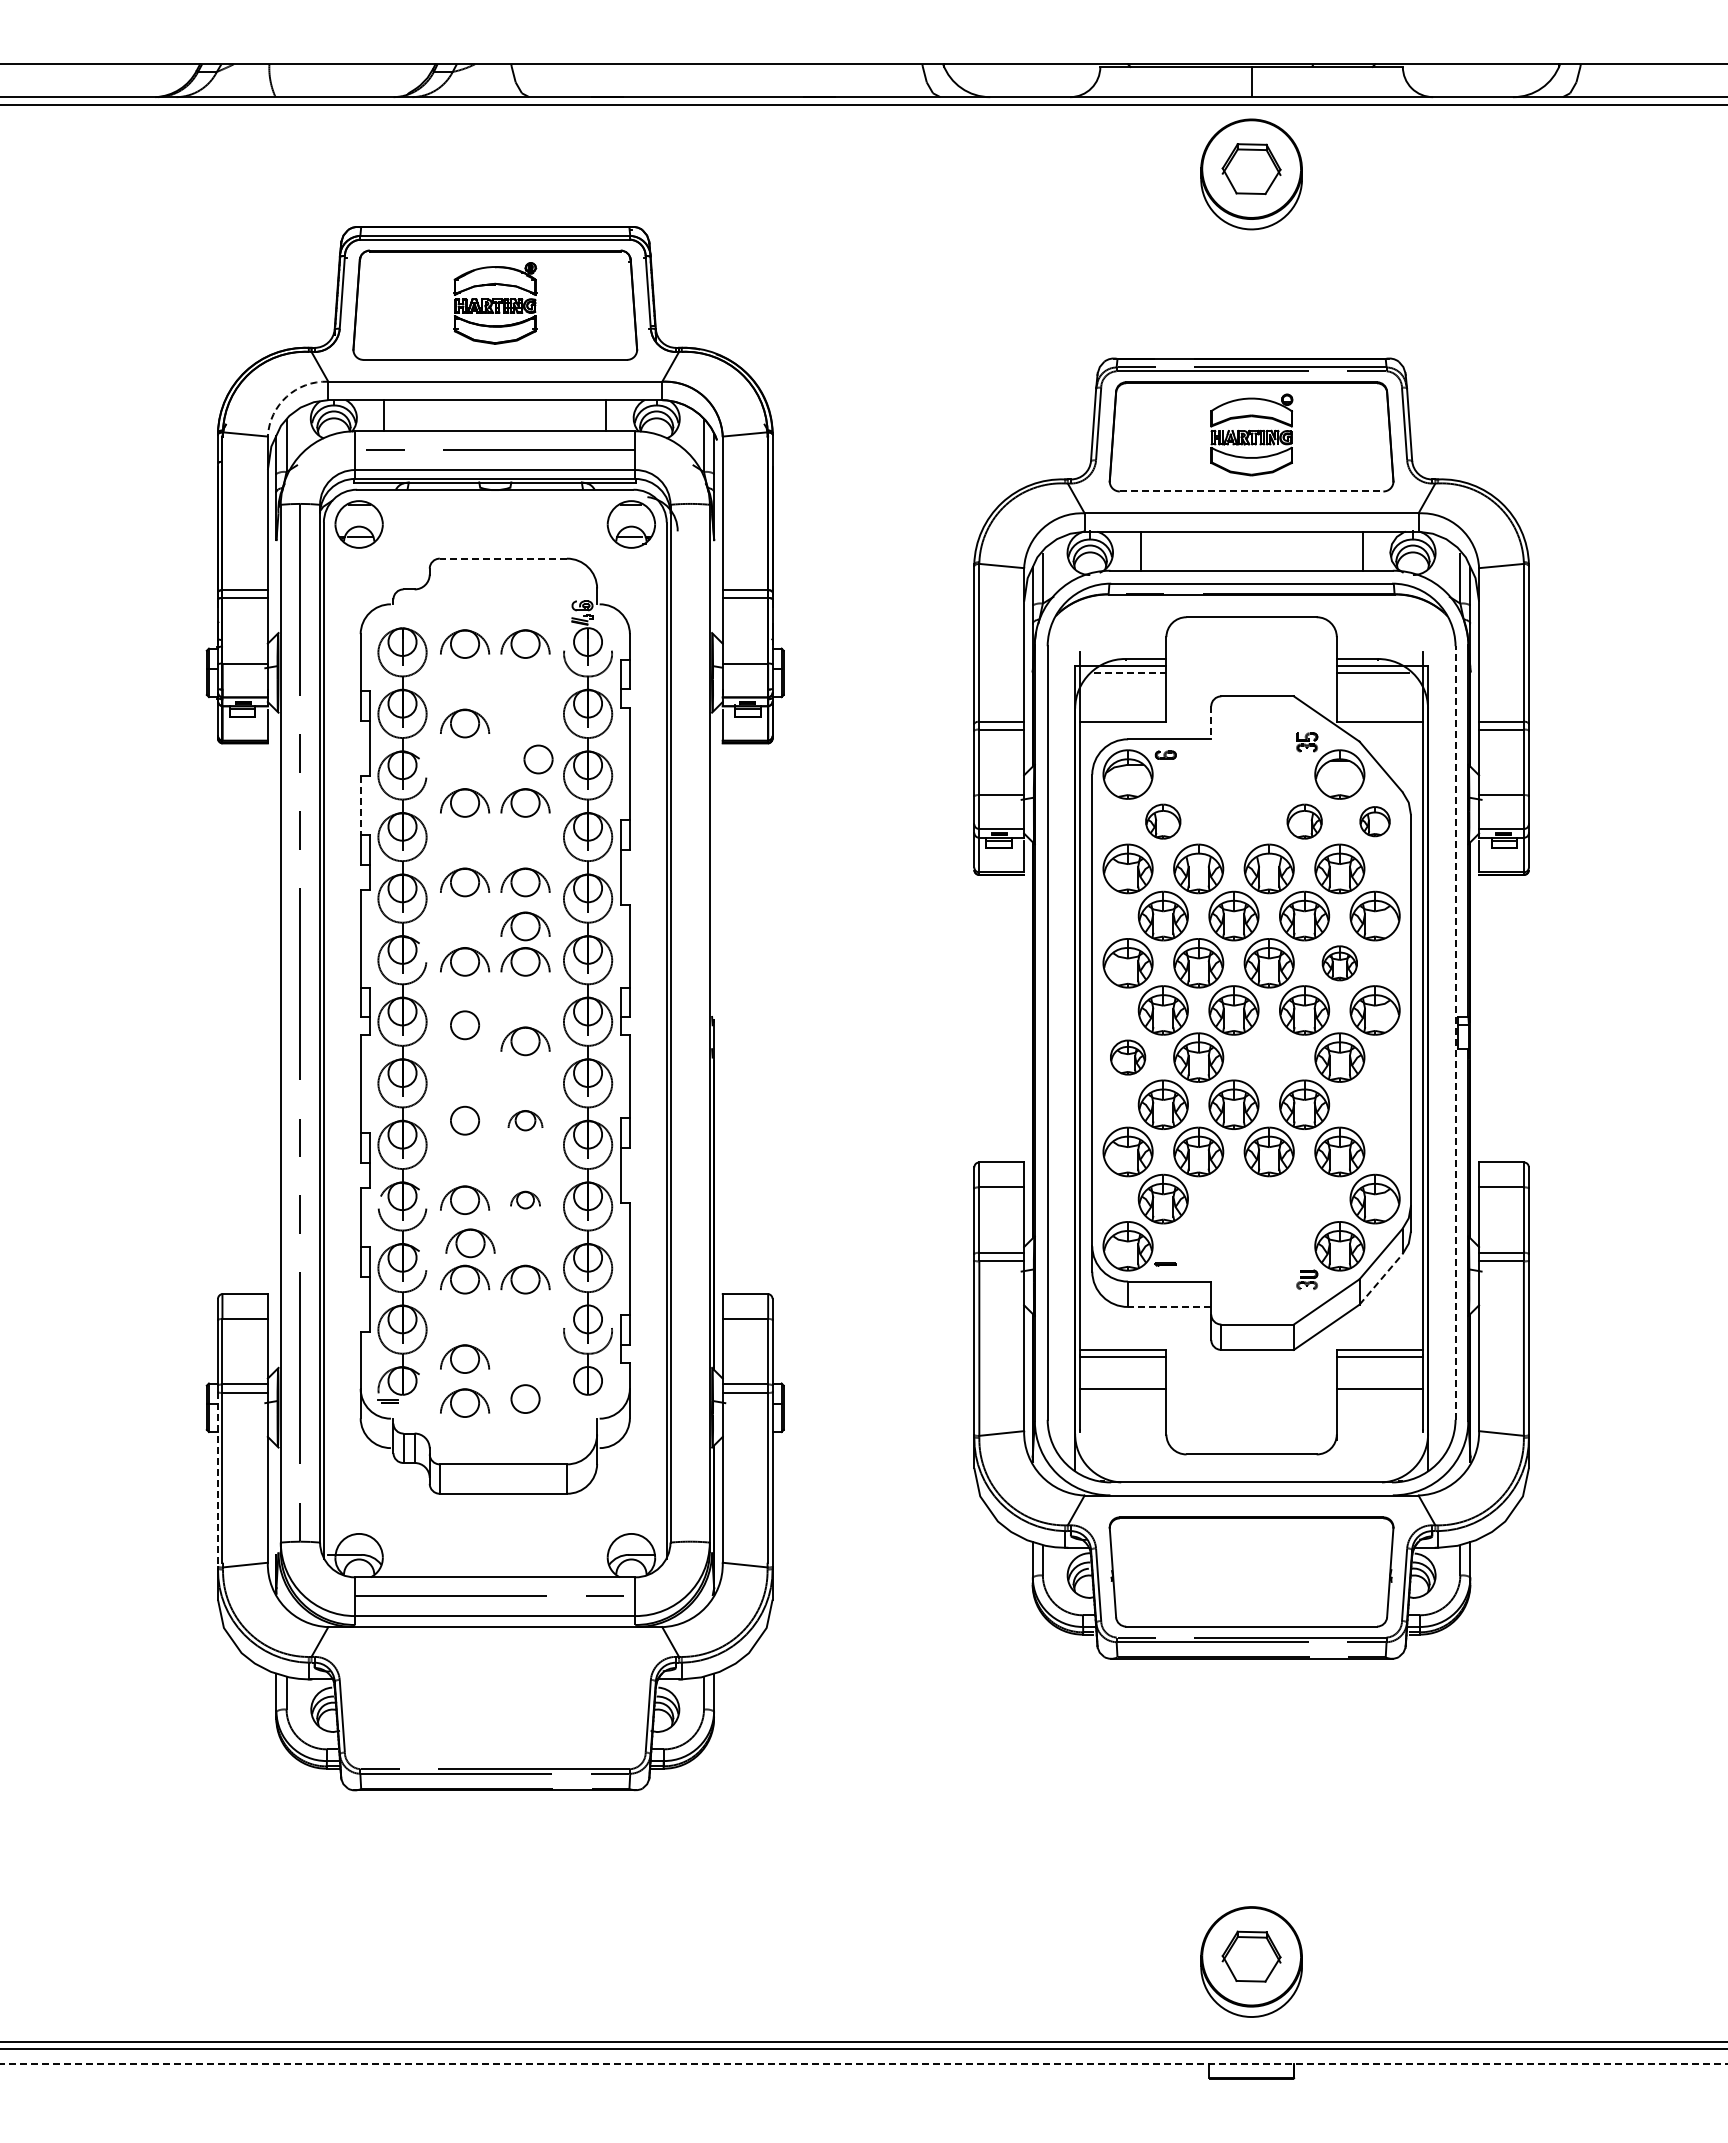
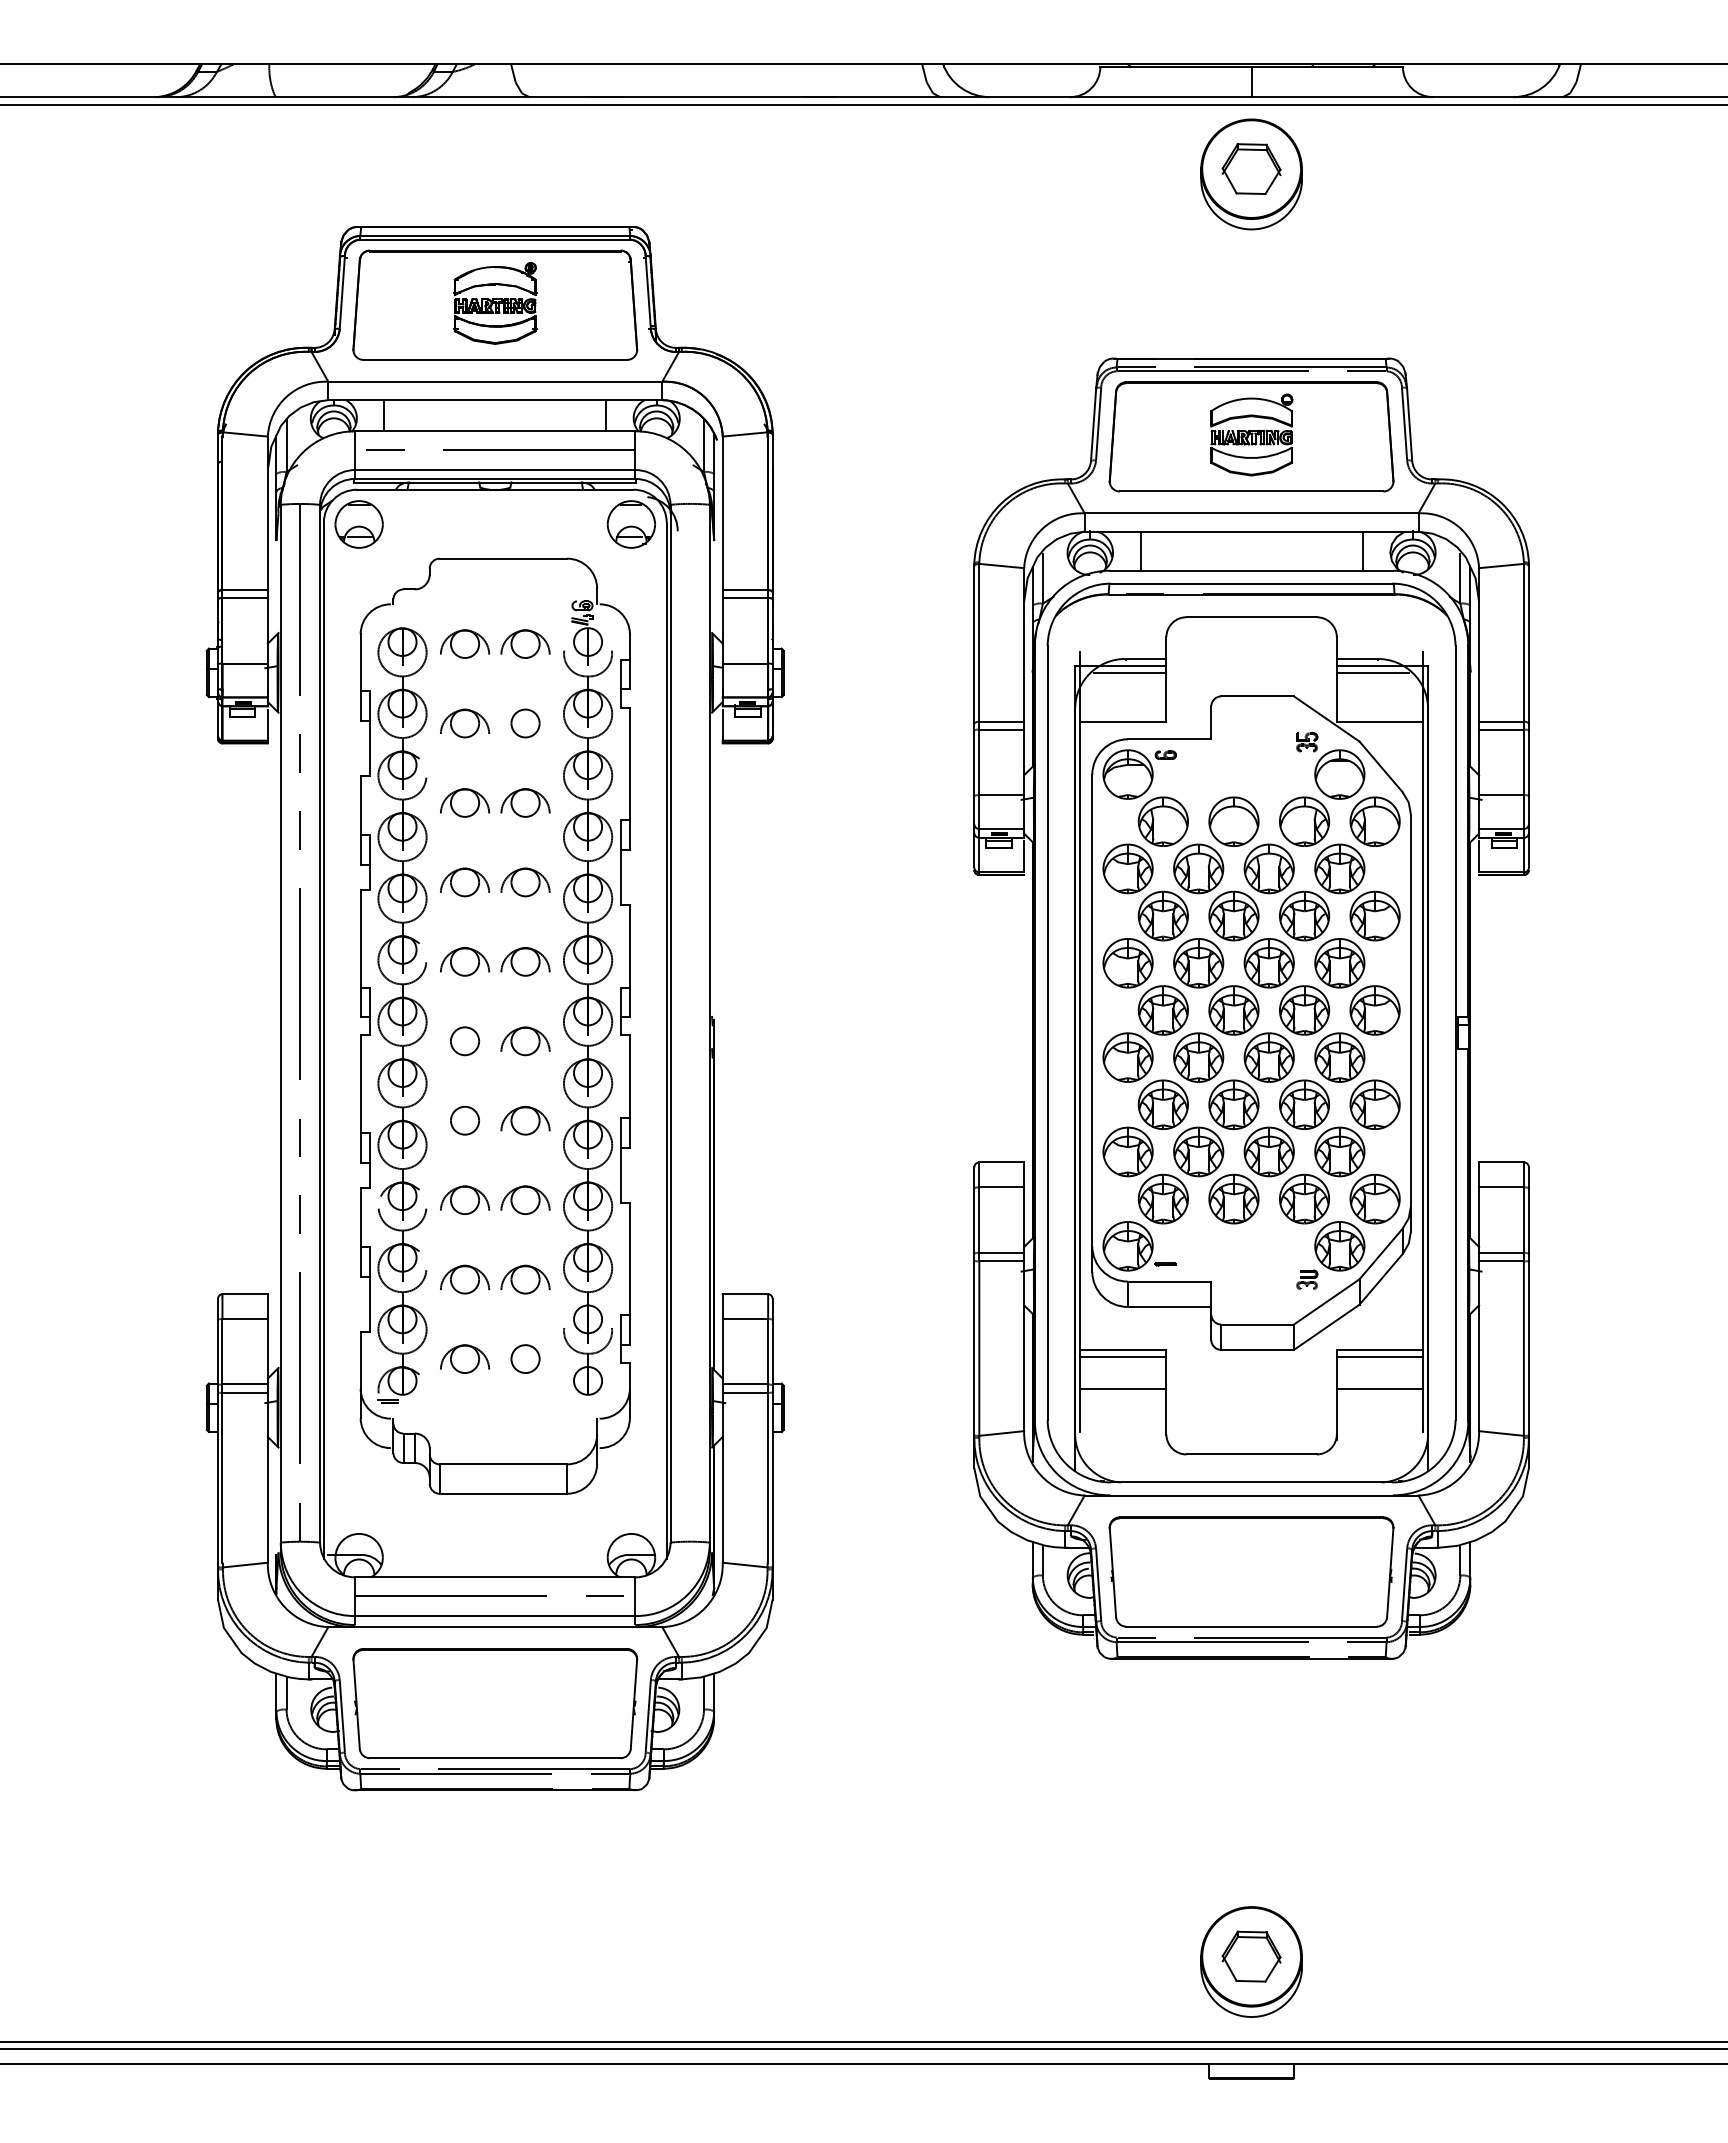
arc at (286, 396): dashed -> solid
line at (1251, 491): dashed -> solid
line at (503, 558): dashed -> solid
line at (1130, 673): dashed -> solid
line at (1211, 722): dashed -> solid
part at (538, 759) position: (538, 759) -> (525, 723)
line at (360, 805): dashed -> solid
part at (1163, 821) size: 37x37 px -> 52x51 px
part at (1233, 821): none -> present
part at (1304, 821) size: 37x37 px -> 52x51 px
part at (1374, 821) size: 32x32 px -> 52x51 px
part at (525, 926): present -> none
part at (1339, 963) size: 37x37 px -> 52x51 px
part at (464, 1025) position: (464, 1025) -> (464, 1041)
line at (1455, 1033): dashed -> solid
part at (1128, 1057) size: 37x37 px -> 52x51 px
part at (1268, 1057): none -> present
part at (1374, 1104): none -> present
part at (525, 1120) size: 37x22 px -> 51x31 px
part at (1233, 1198): none -> present
part at (1304, 1198): none -> present
part at (525, 1199) size: 31x20 px -> 51x30 px
part at (470, 1243): present -> none
line at (1381, 1279): dashed -> solid
line at (1169, 1306): dashed -> solid
part at (525, 1398) position: (525, 1398) -> (525, 1358)
part at (465, 1402): present -> none
line at (217, 1480): dashed -> solid
part at (495, 1703): none -> present
line at (864, 2063): dashed -> solid
